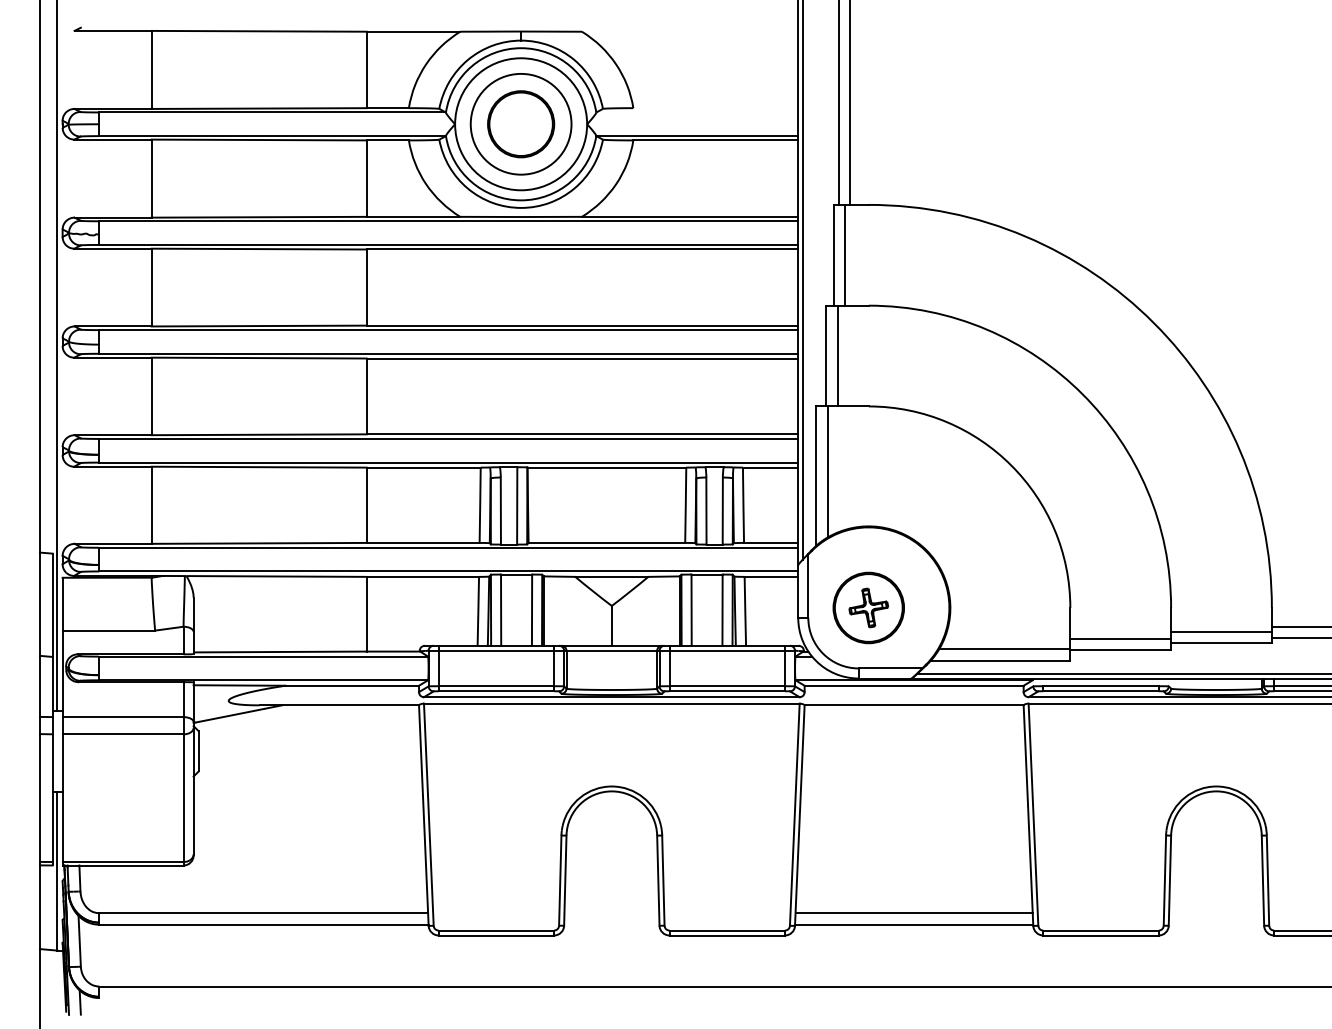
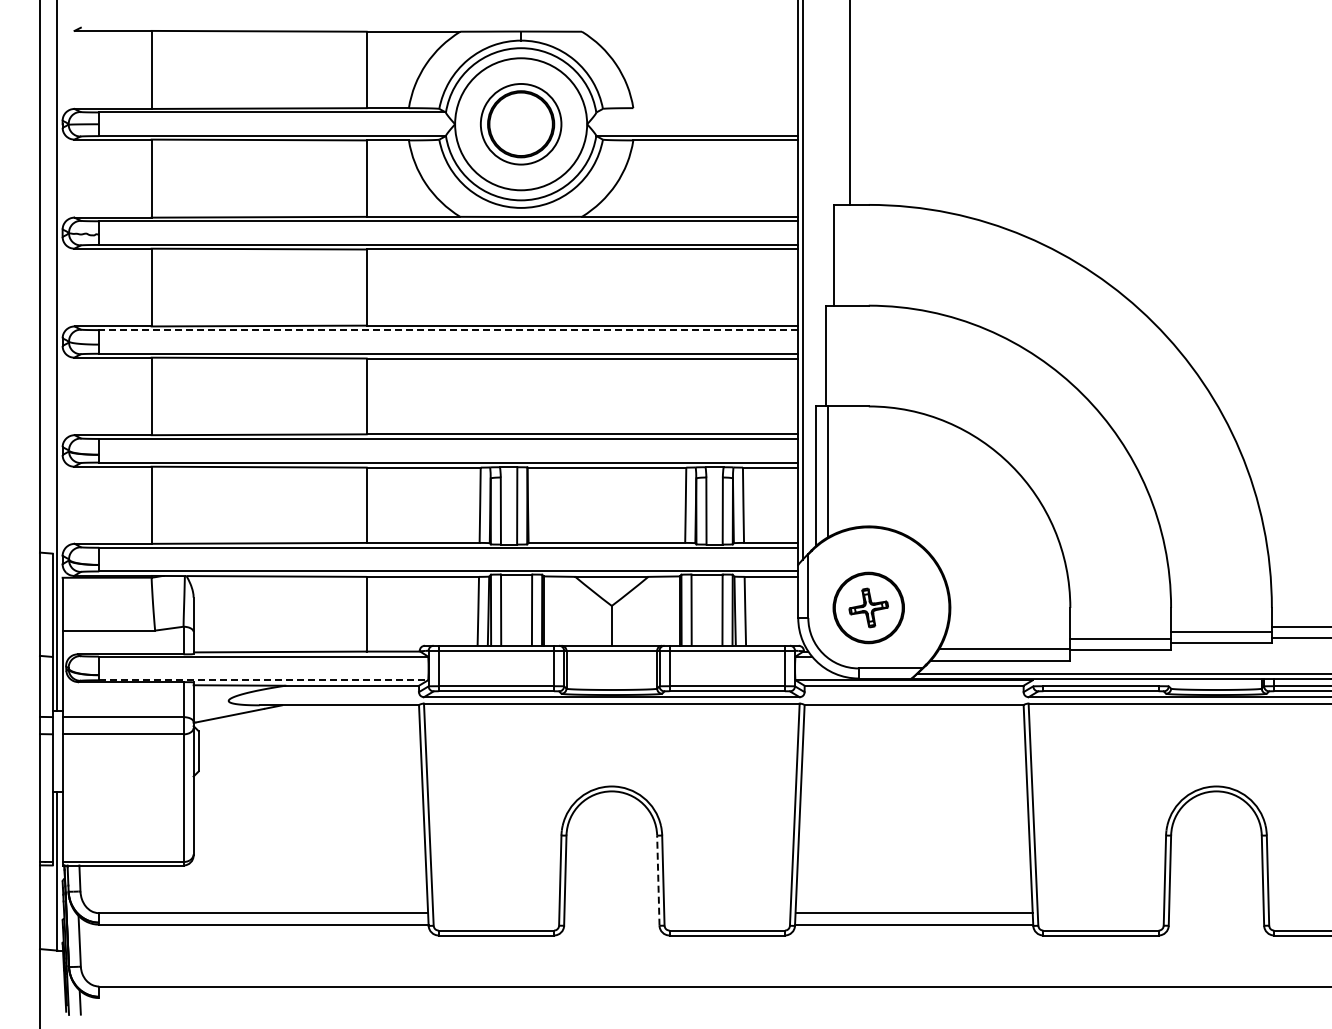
line at (838, 103): present -> none
circle at (520, 123) diameter: 101 px -> 81 px
line at (845, 254): present -> none
line at (448, 330): solid -> dashed
line at (837, 355): present -> none
line at (263, 680): solid -> dashed
line at (658, 880): solid -> dashed
